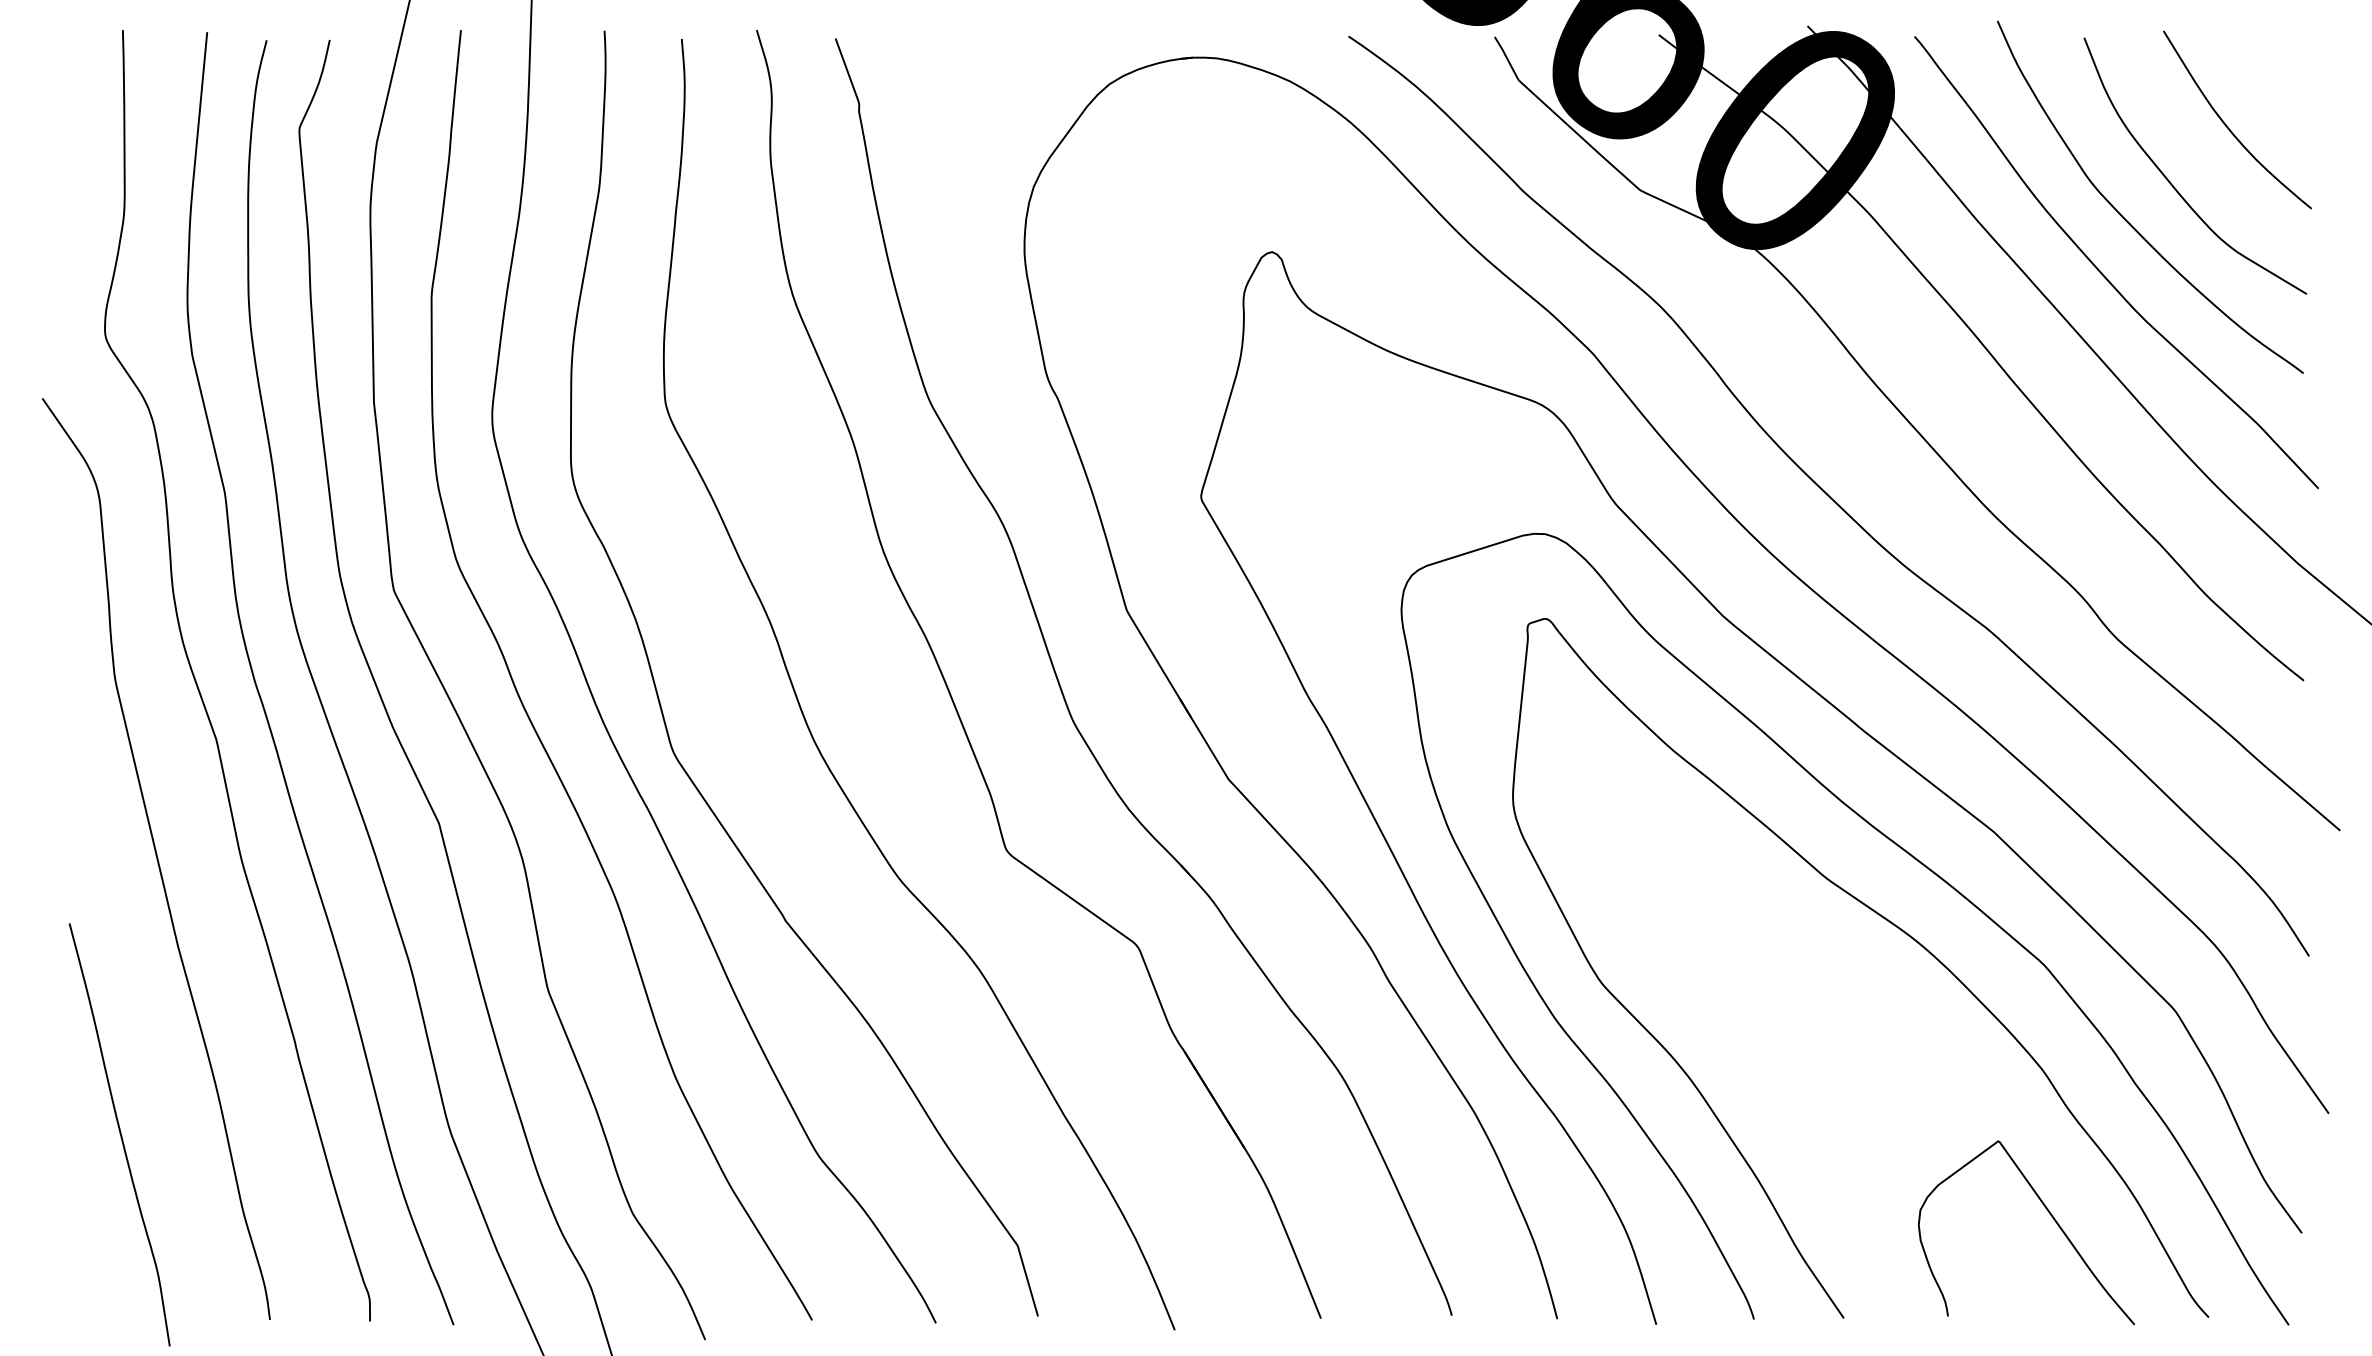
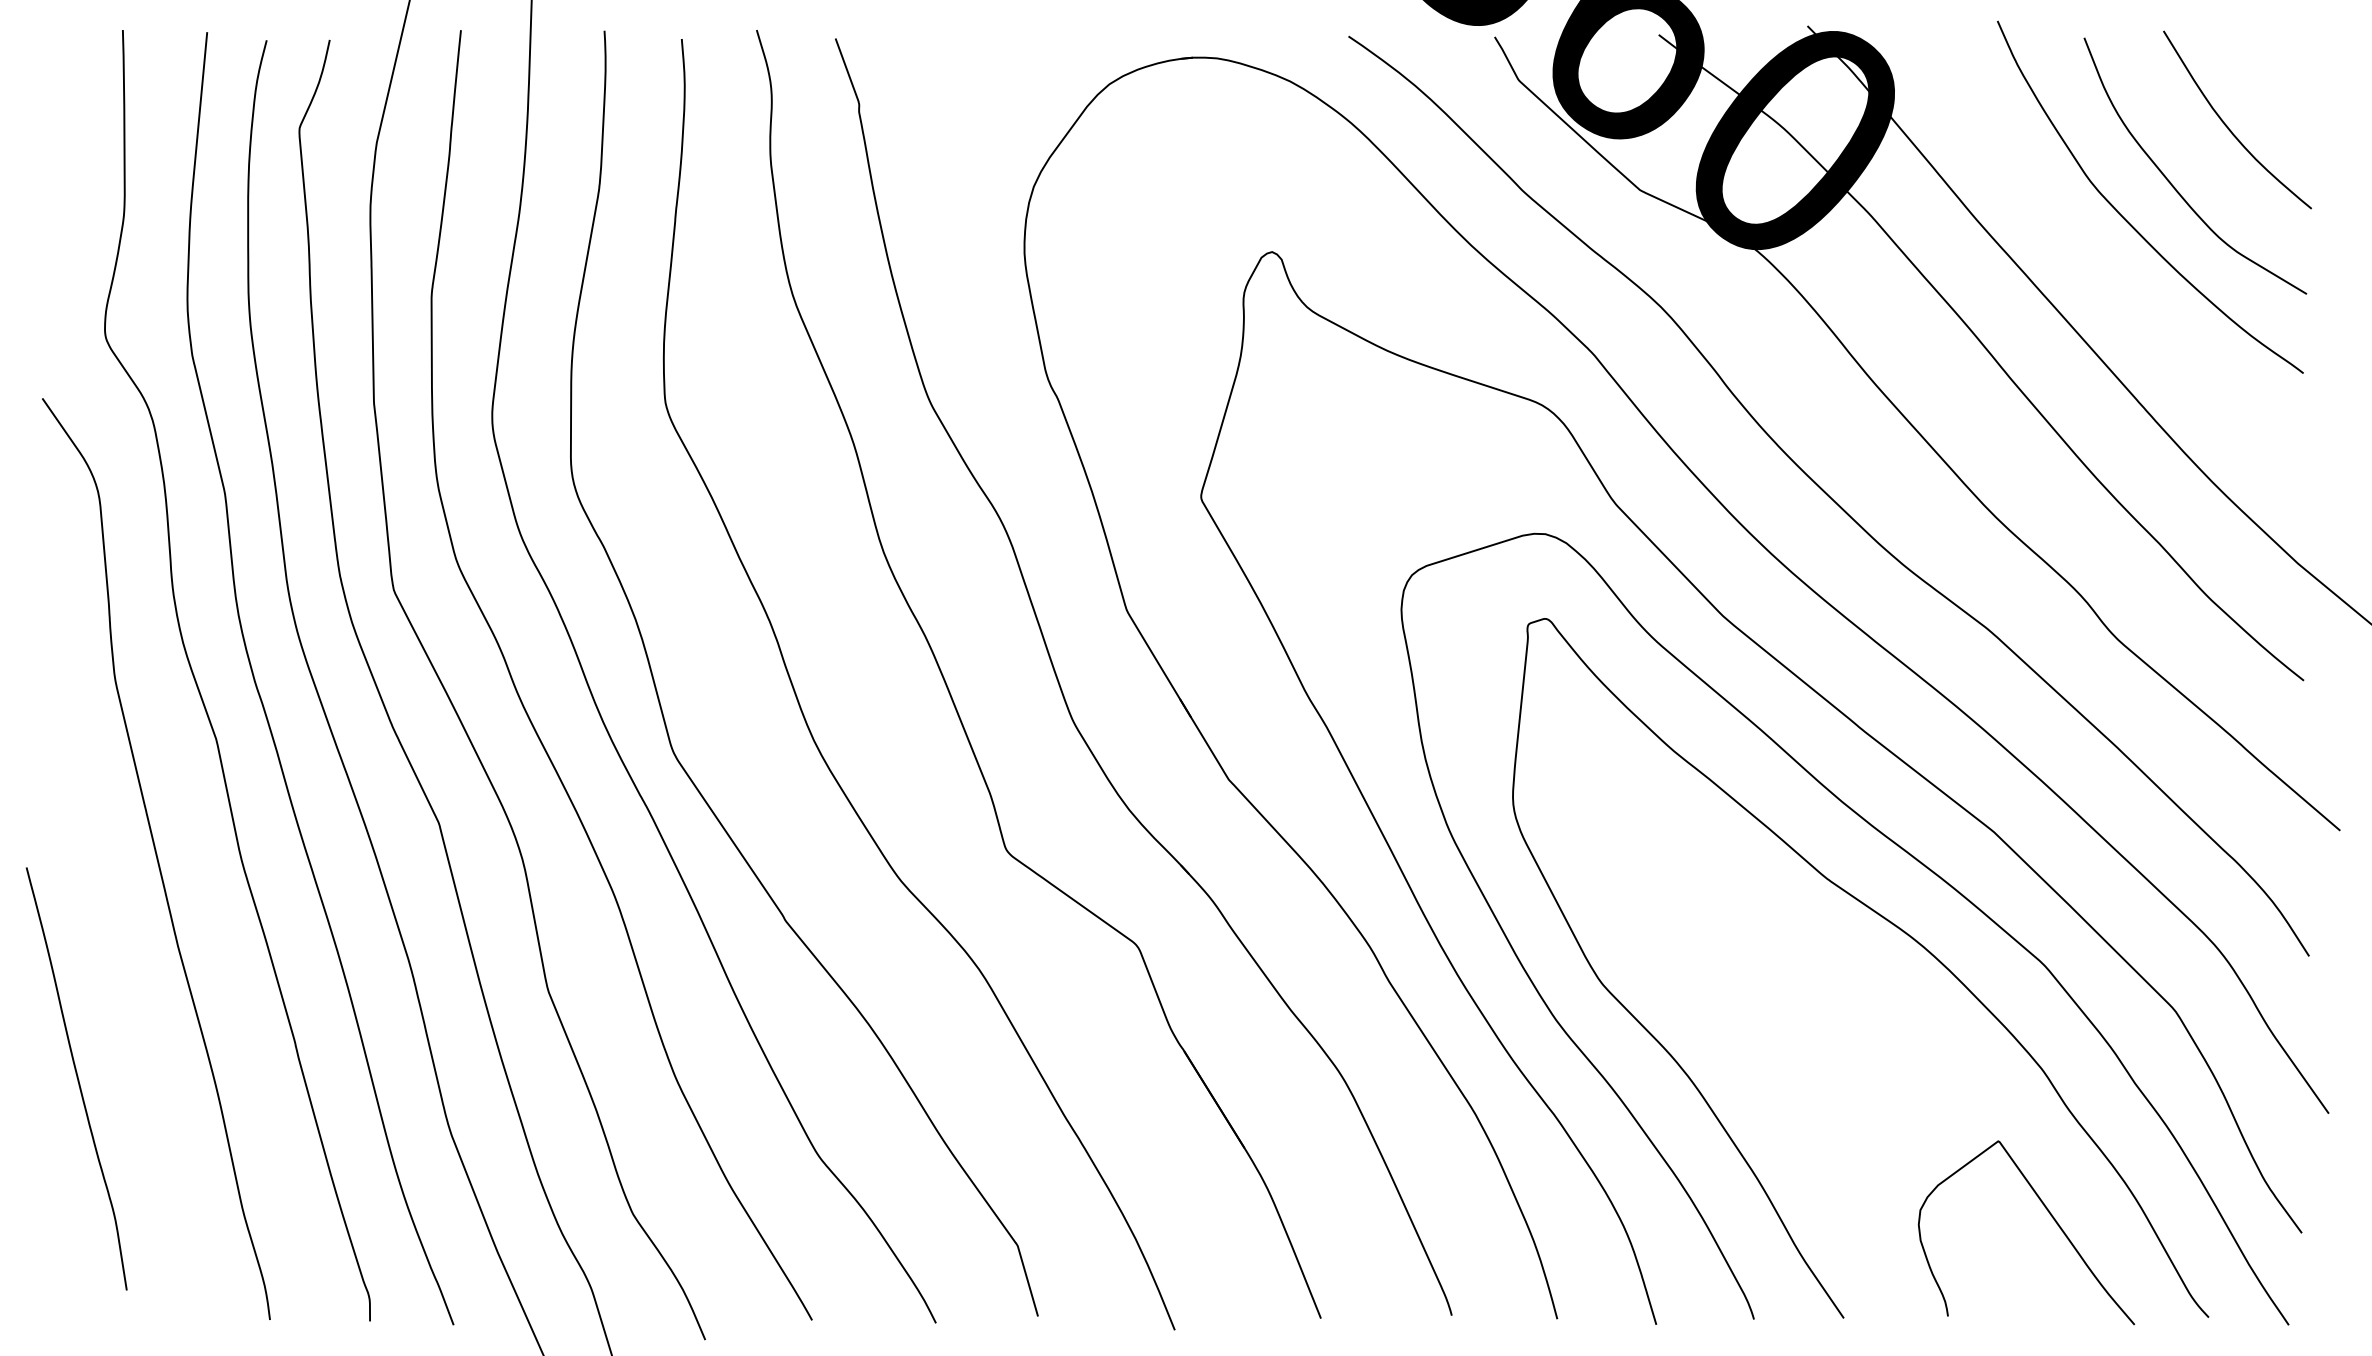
curve at (2102, 272): present -> none
curve at (119, 1133) position: (119, 1133) -> (76, 1077)
